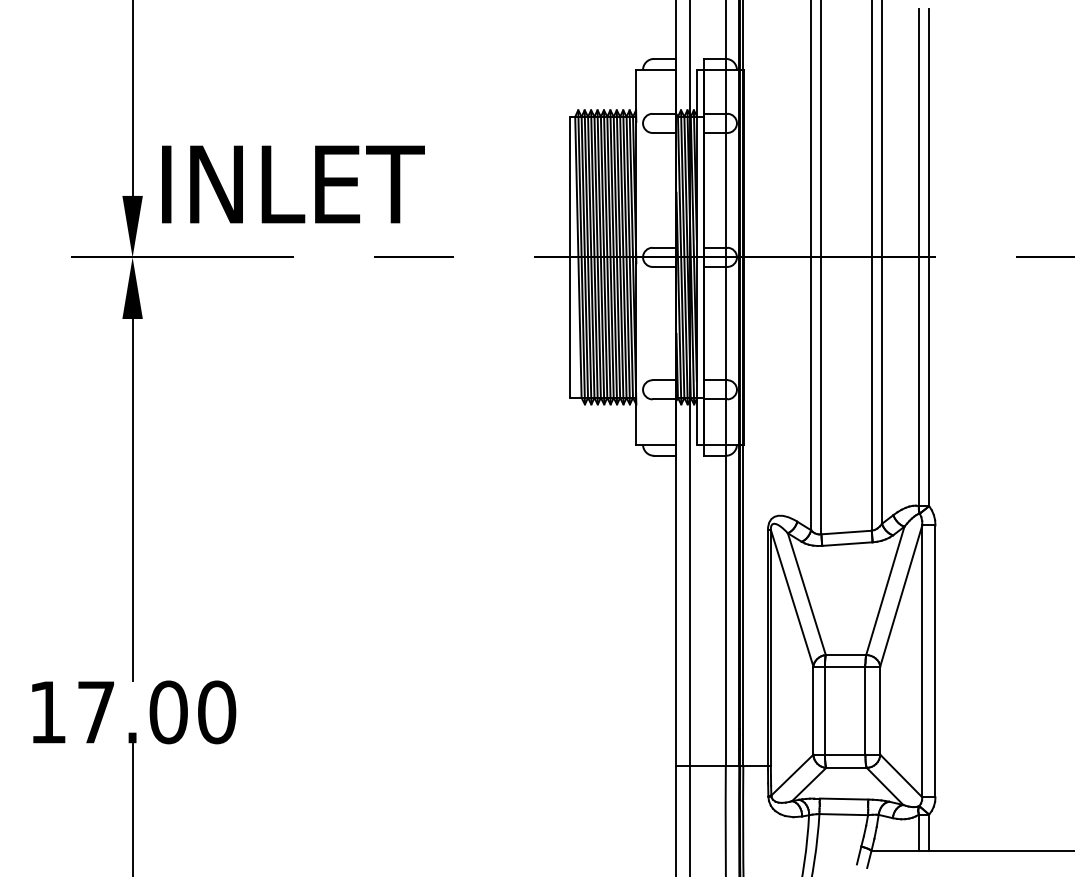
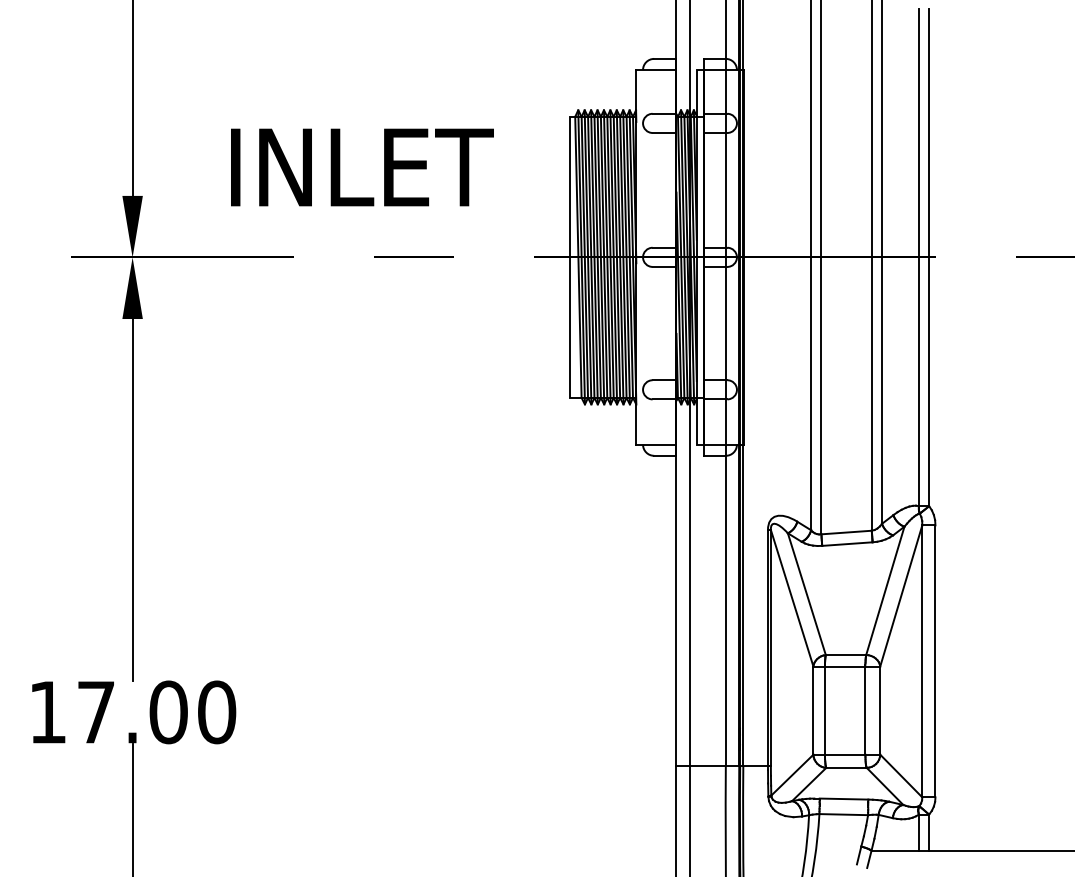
text at (293, 184) position: (293, 184) -> (362, 167)
